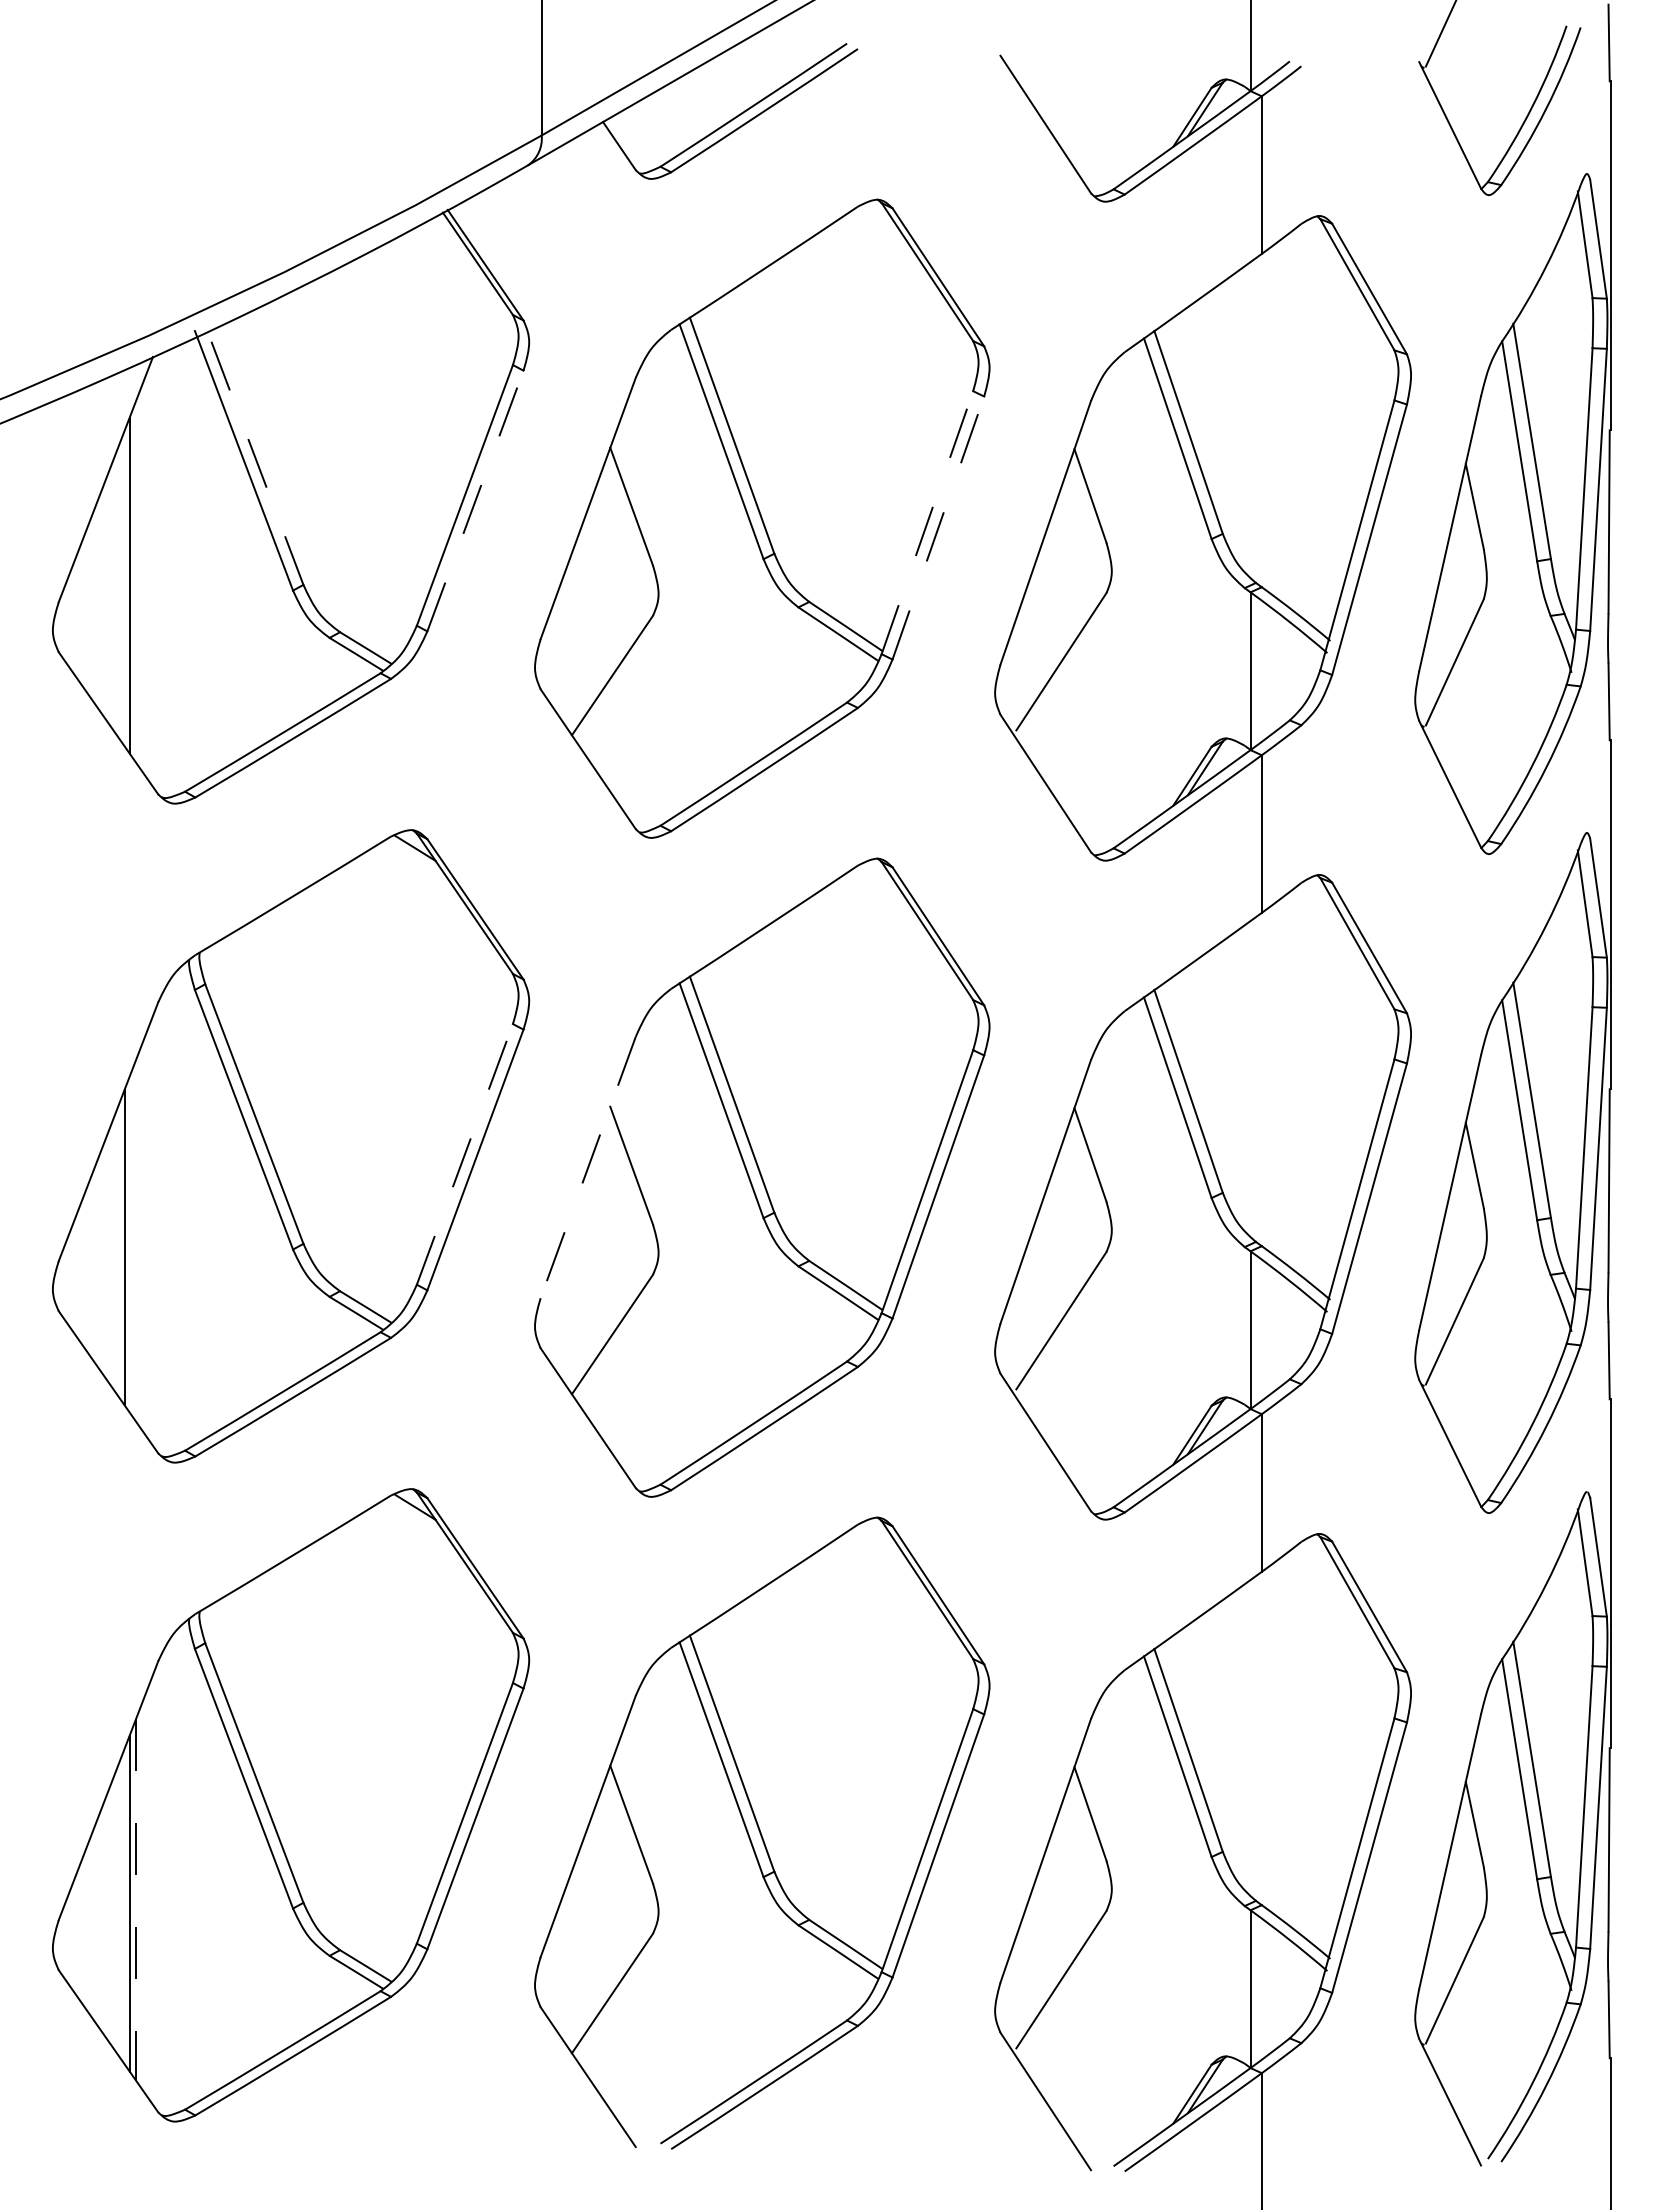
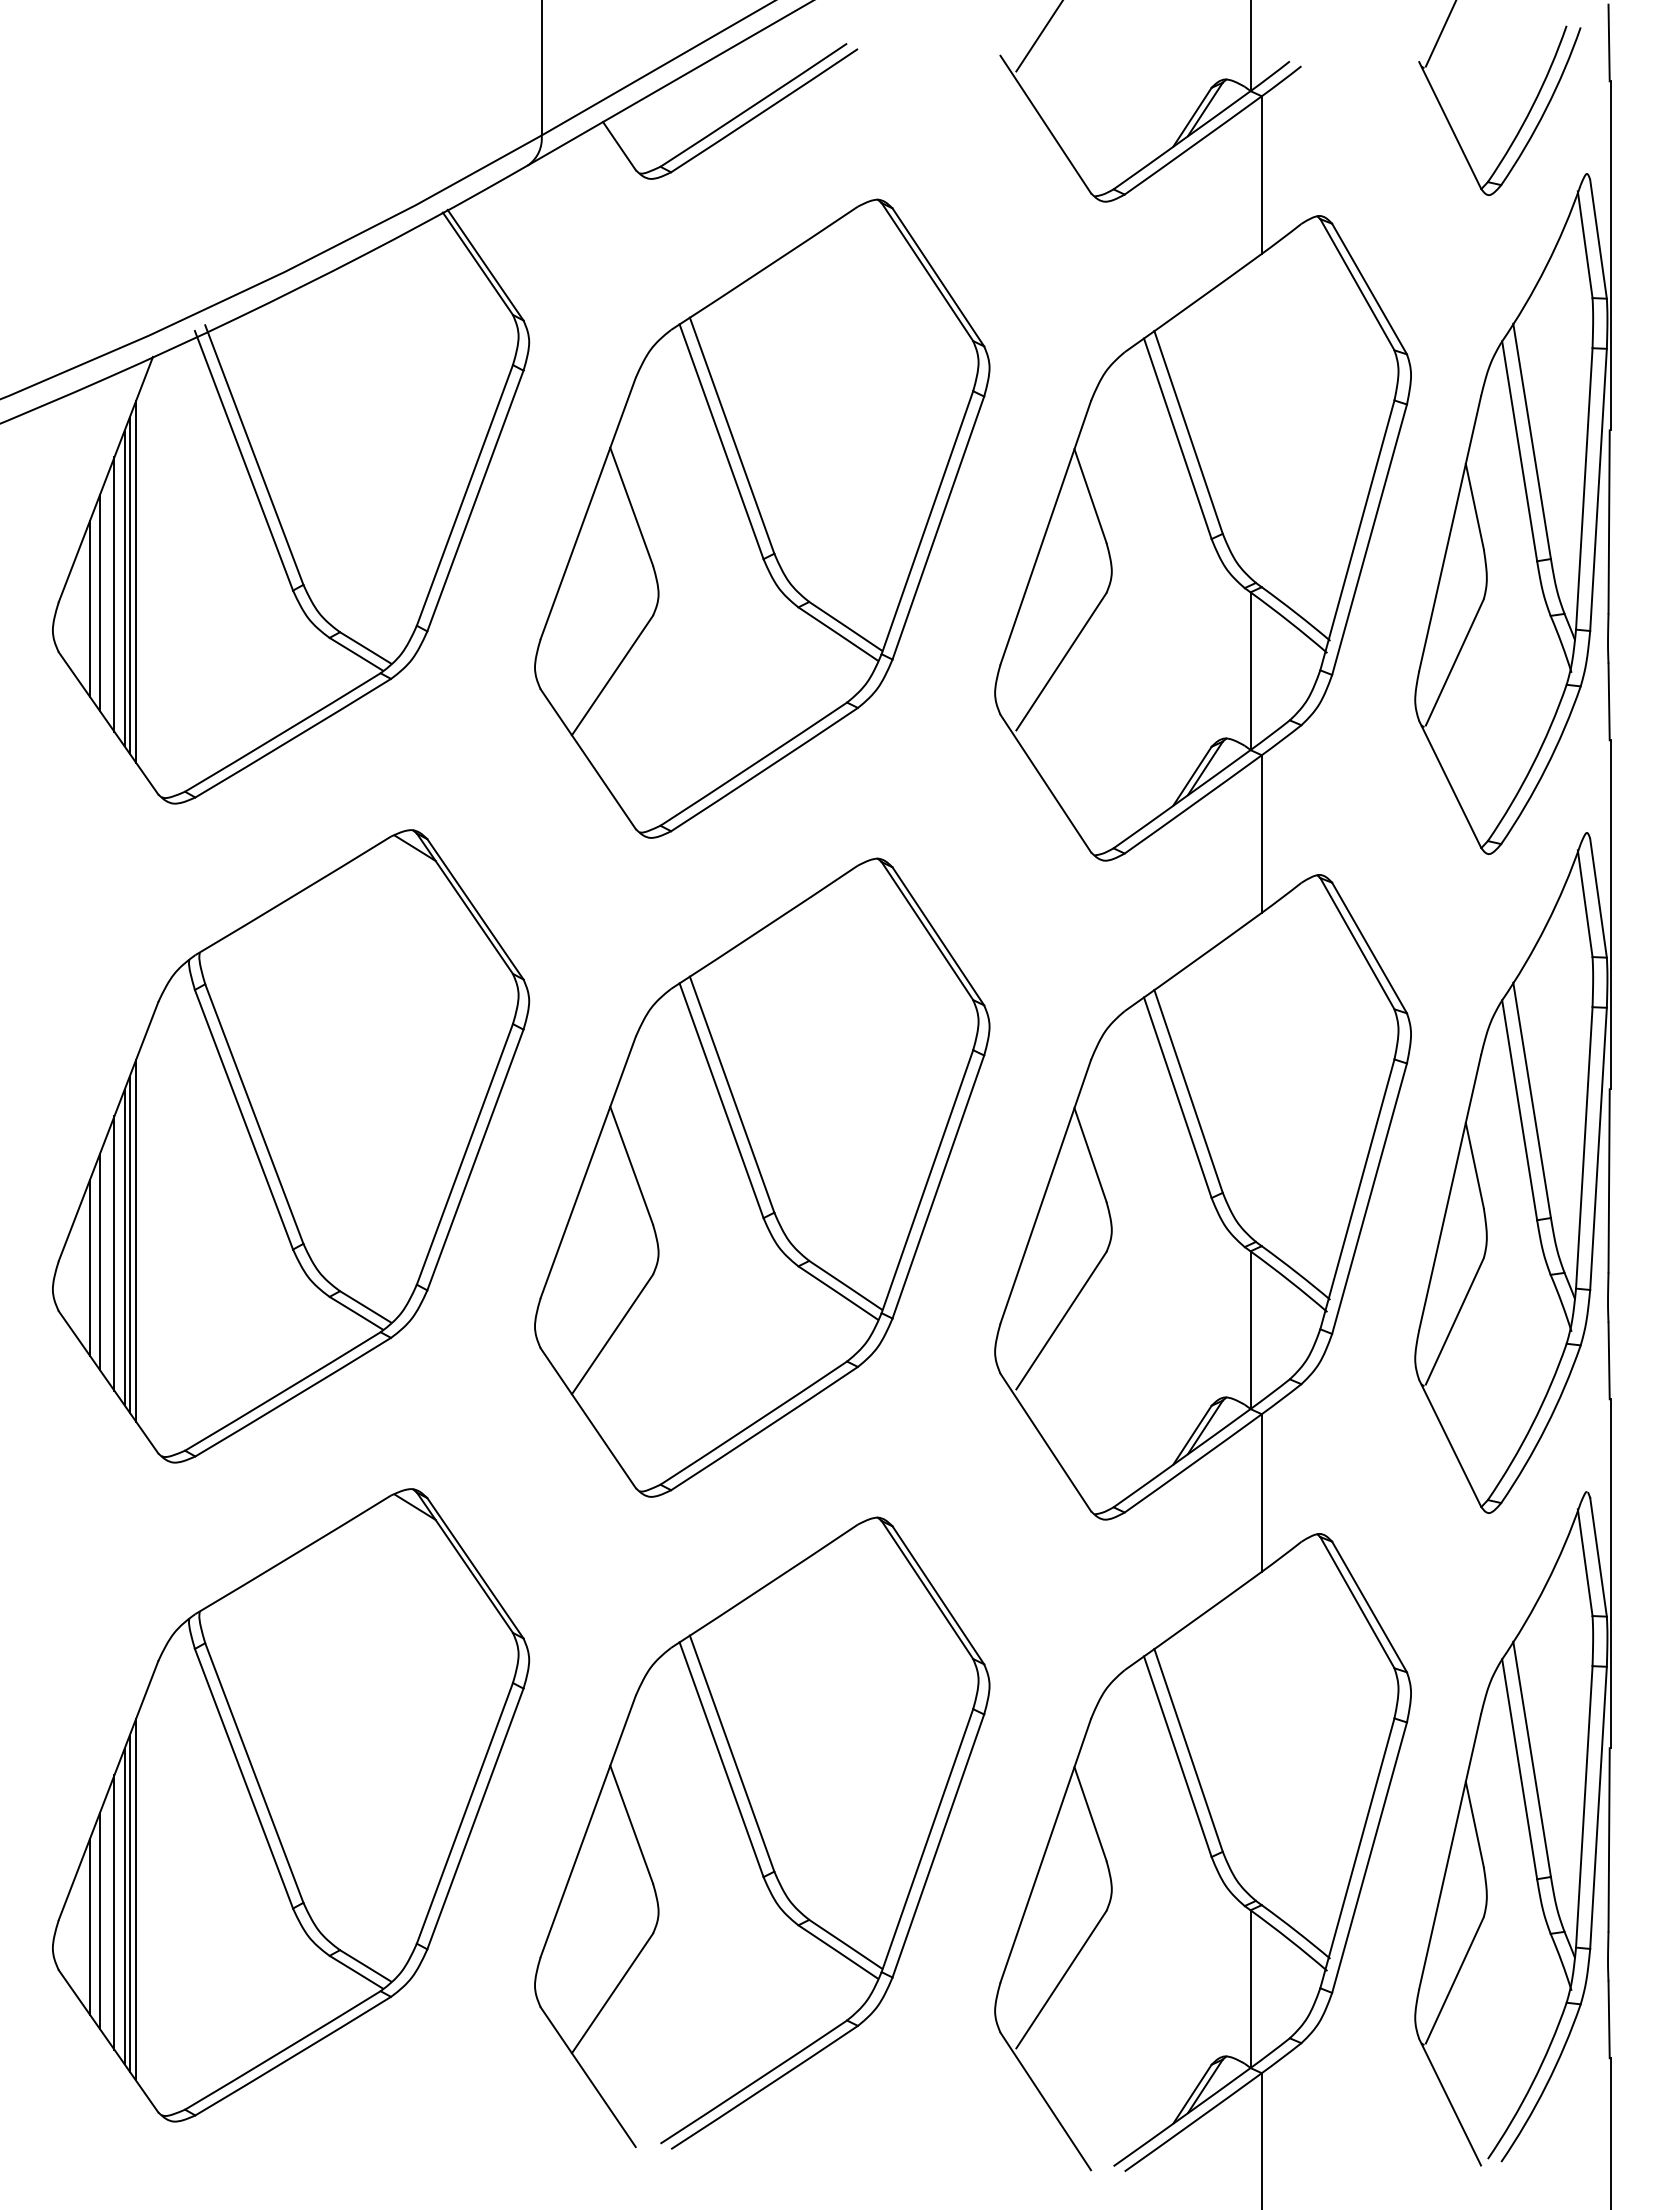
line at (1038, 36): none -> present
line at (254, 455): dashed -> solid
line at (475, 501): dashed -> solid
line at (927, 522): dashed -> solid
line at (938, 527): dashed -> solid
line at (135, 581): none -> present
line at (124, 588): none -> present
line at (114, 594): none -> present
line at (100, 602): none -> present
line at (89, 608): none -> present
line at (464, 1154): dashed -> solid
line at (588, 1167): dashed -> solid
line at (135, 1240): none -> present
line at (129, 1244): none -> present
line at (114, 1253): none -> present
line at (100, 1261): none -> present
line at (89, 1267): none -> present
line at (135, 1899): dashed -> solid
line at (124, 1906): none -> present
line at (114, 1912): none -> present
line at (100, 1920): none -> present
line at (89, 1926): none -> present
